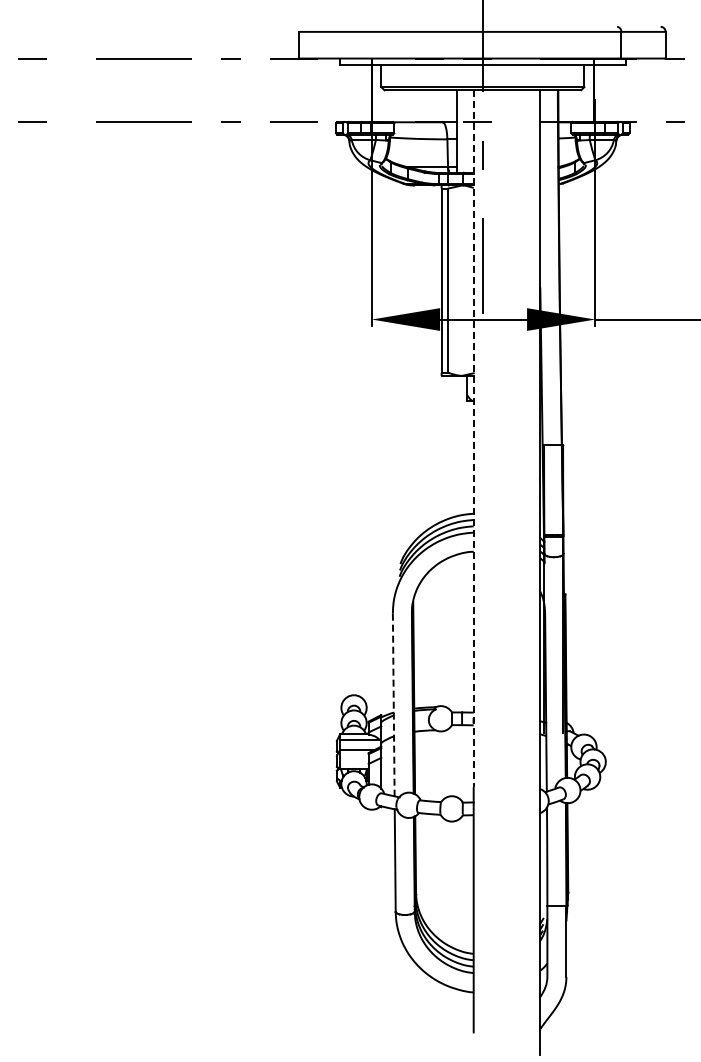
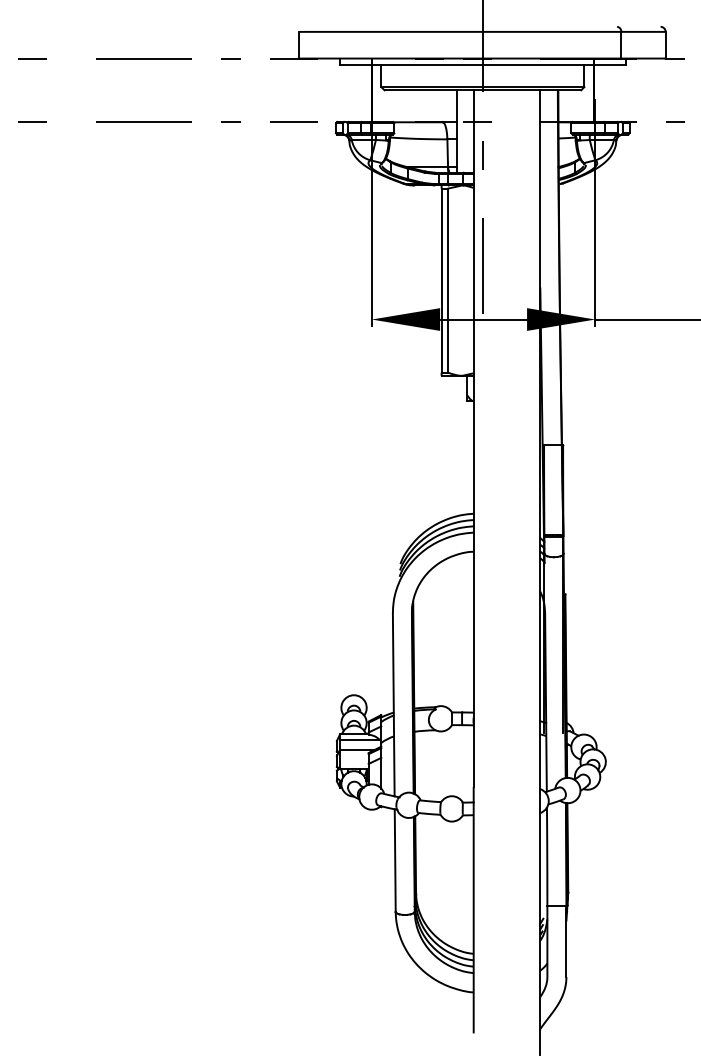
line at (473, 439): dashed -> solid
line at (393, 705): dashed -> solid
